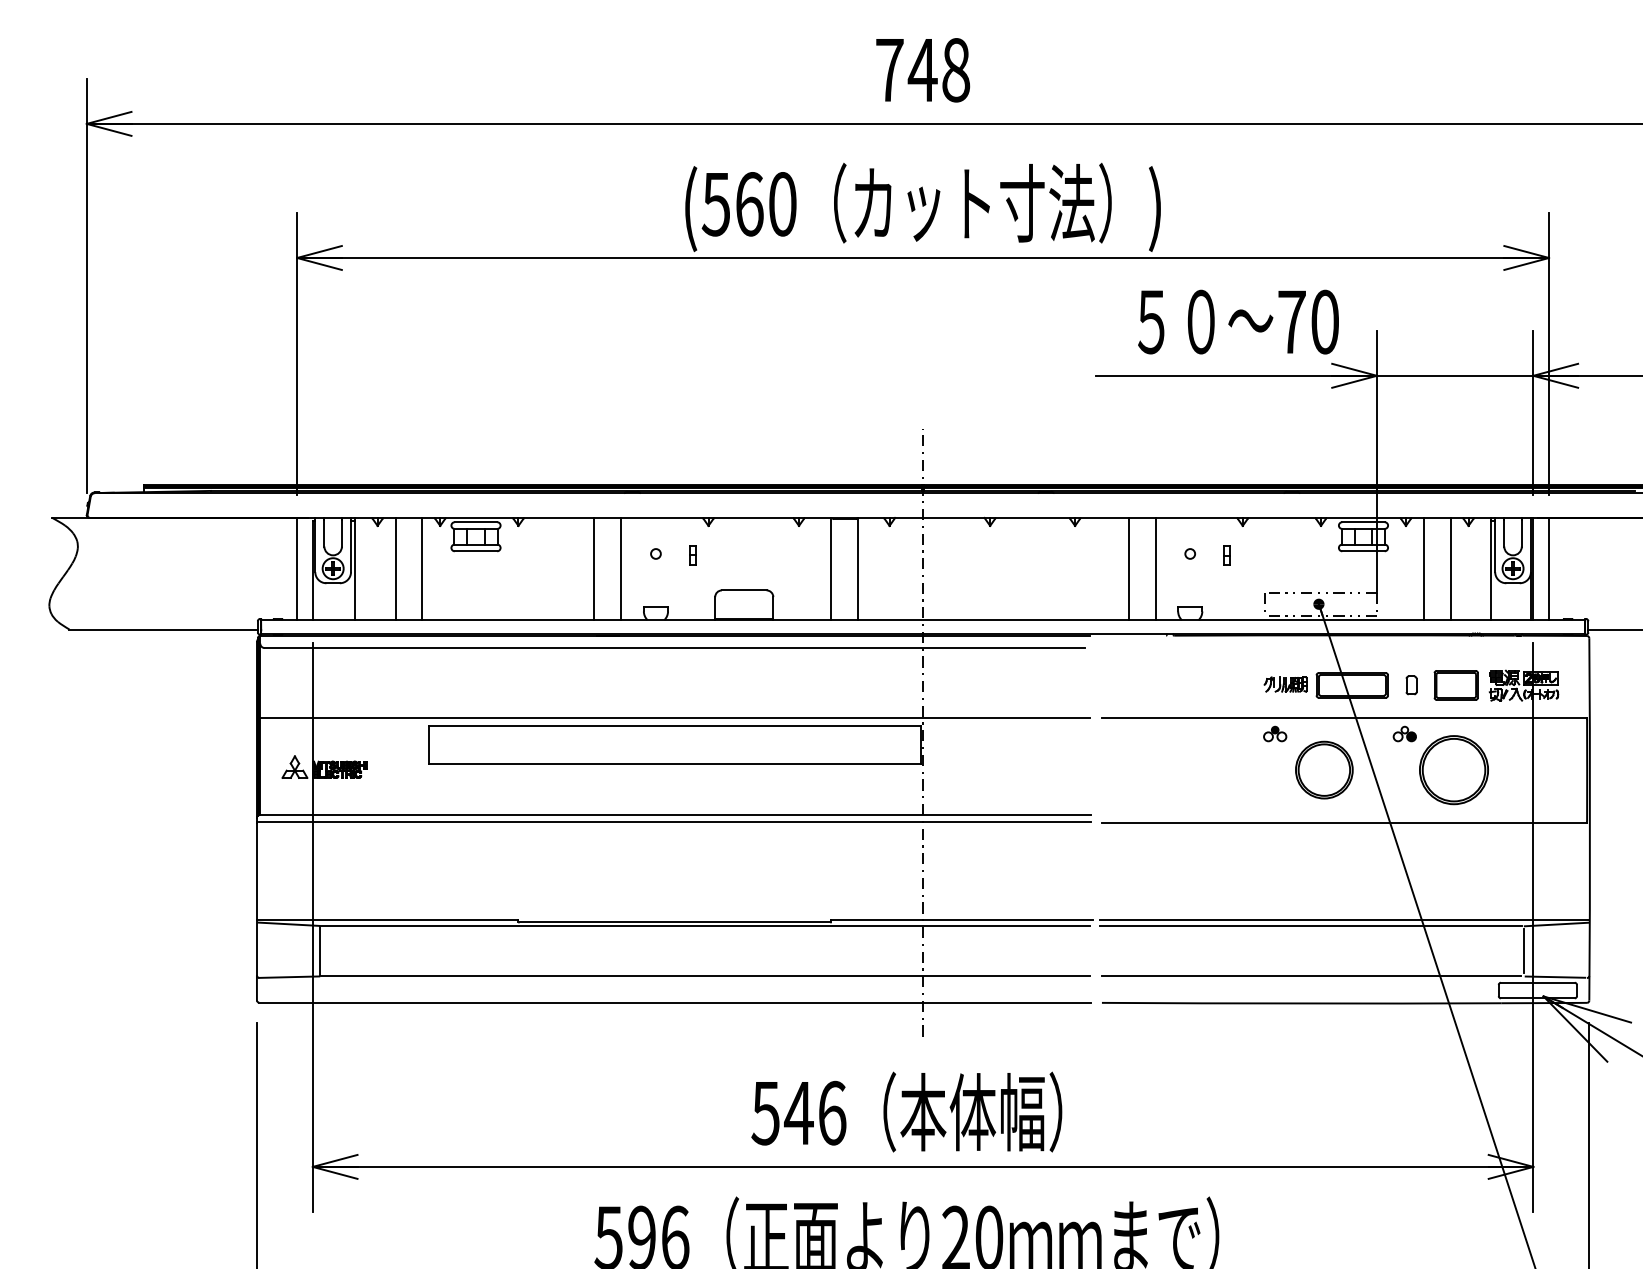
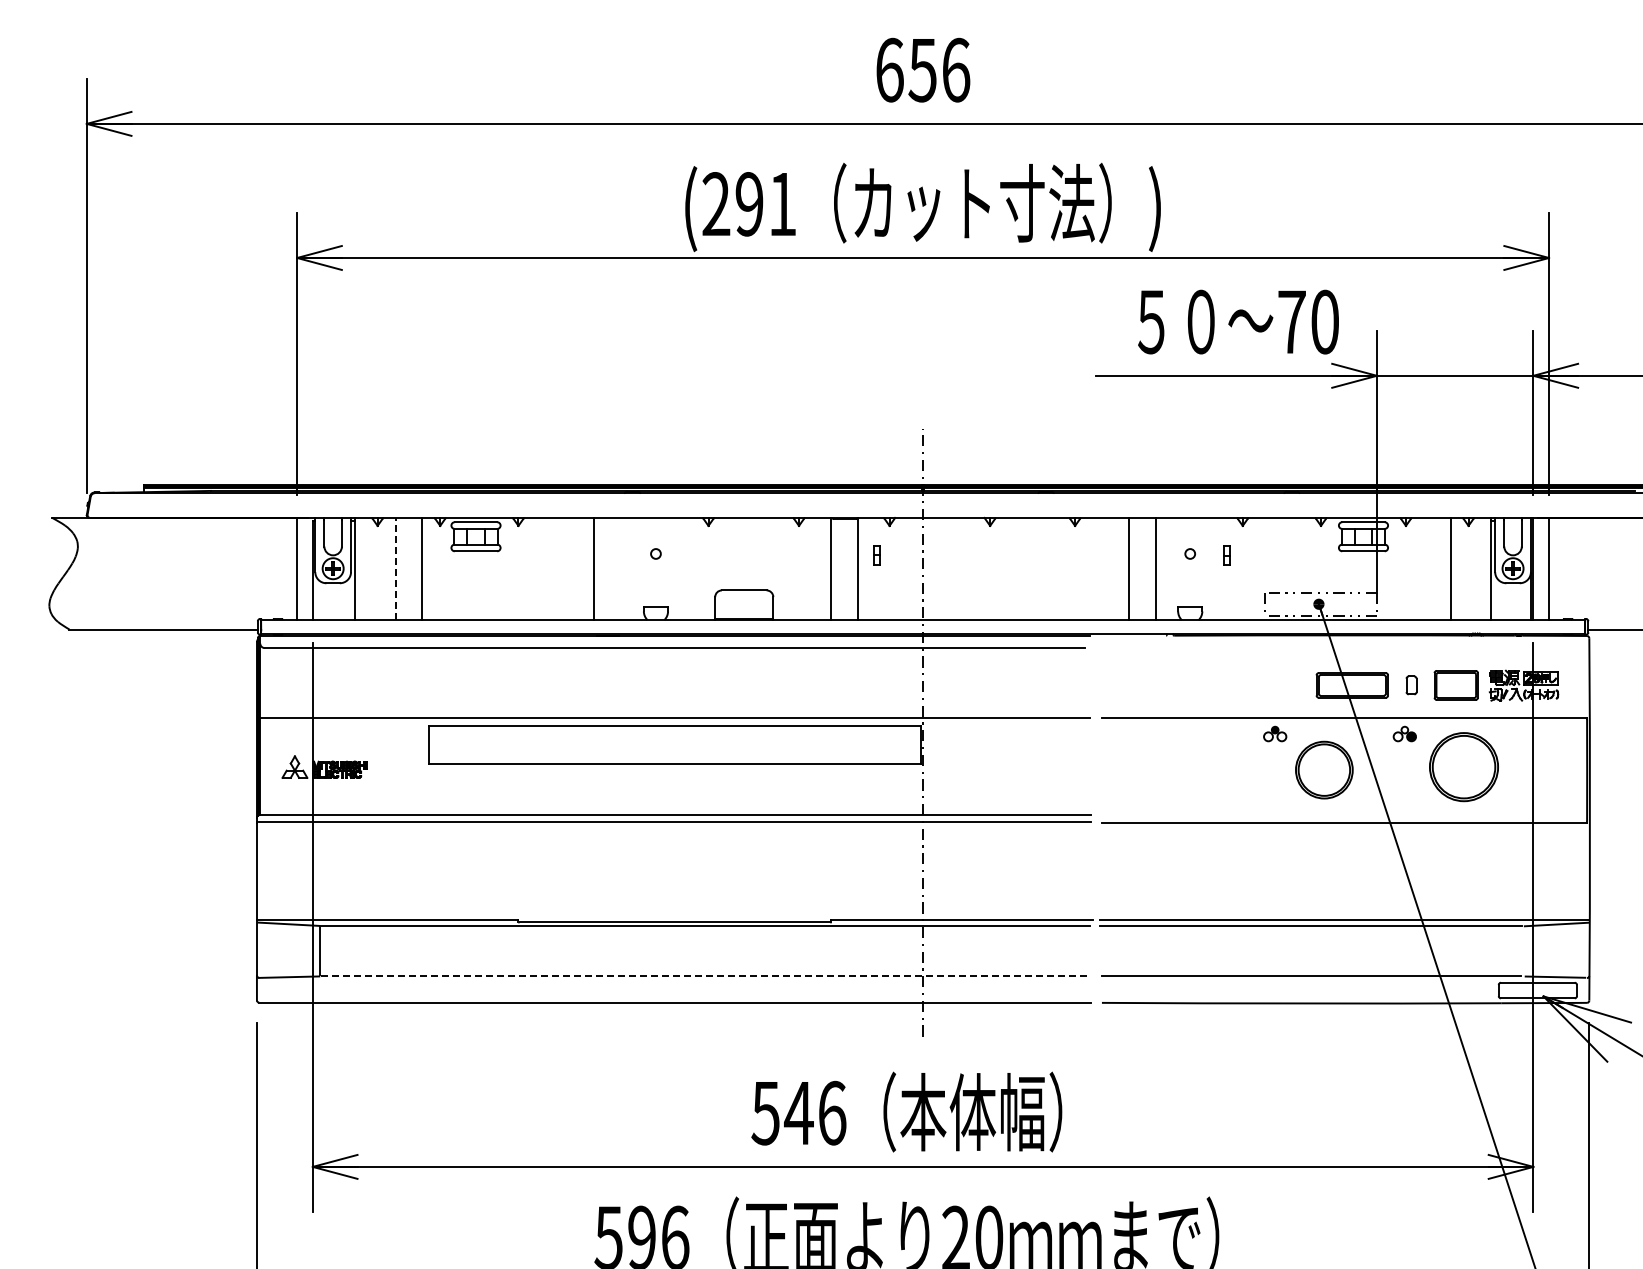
text at (923, 69): 748 -> 656
text at (748, 204): (560 -> (291
part at (692, 555) position: (692, 555) -> (876, 555)
line at (395, 568): solid -> dashed
line at (621, 568): present -> none
line at (1423, 568): present -> none
part at (1285, 684): present -> none
part at (1453, 770) position: (1453, 770) -> (1463, 767)
line at (1523, 950): present -> none
line at (705, 975): solid -> dashed
